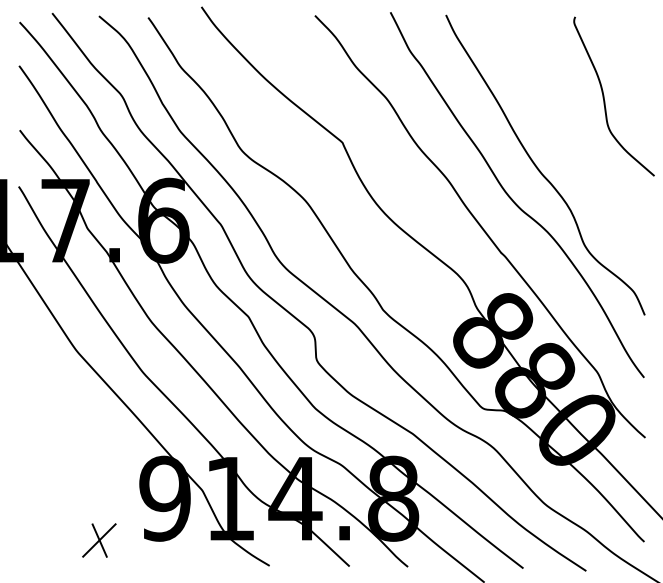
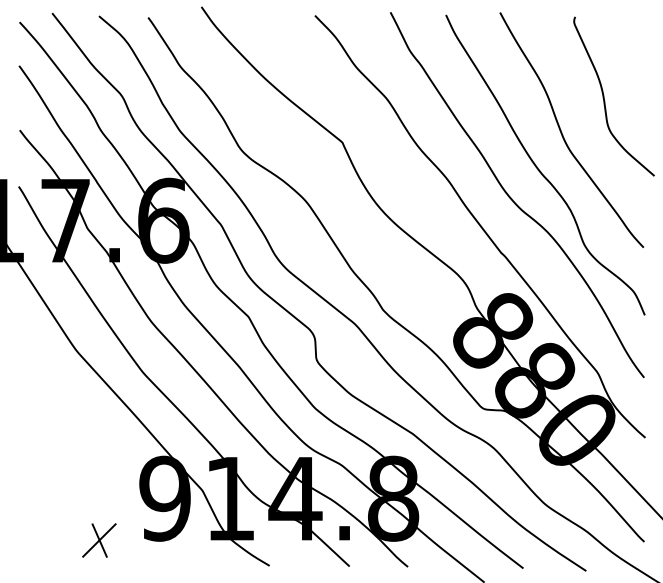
curve at (562, 132): none -> present
